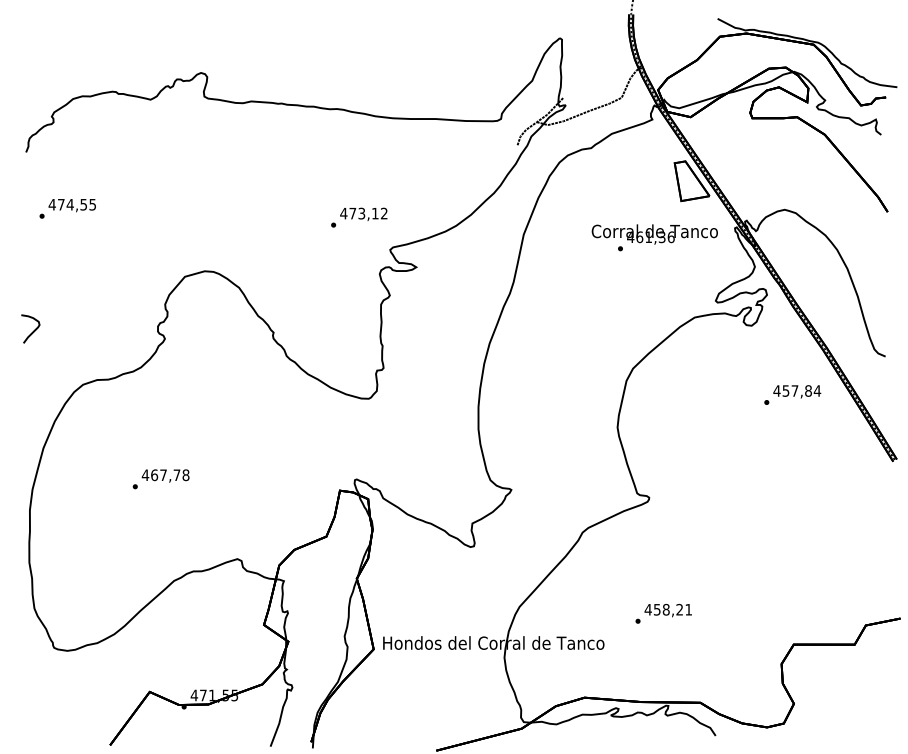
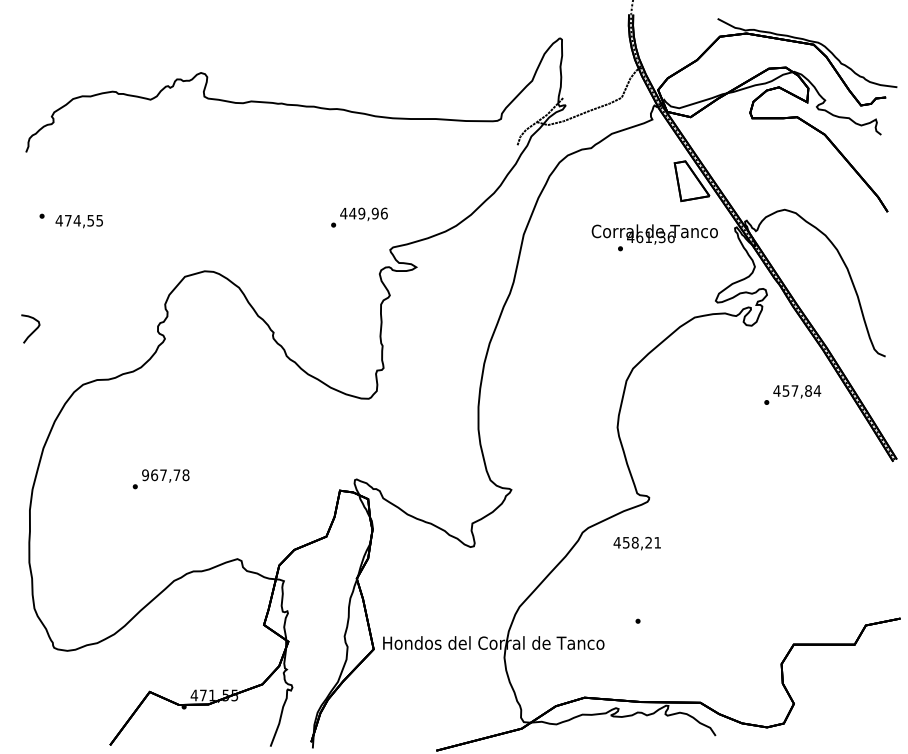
text at (71, 205) position: (71, 205) -> (78, 221)
text at (368, 213): 473,12 -> 449,96
text at (145, 475): 467,78 -> 967,78
text at (667, 610) position: (667, 610) -> (636, 543)
